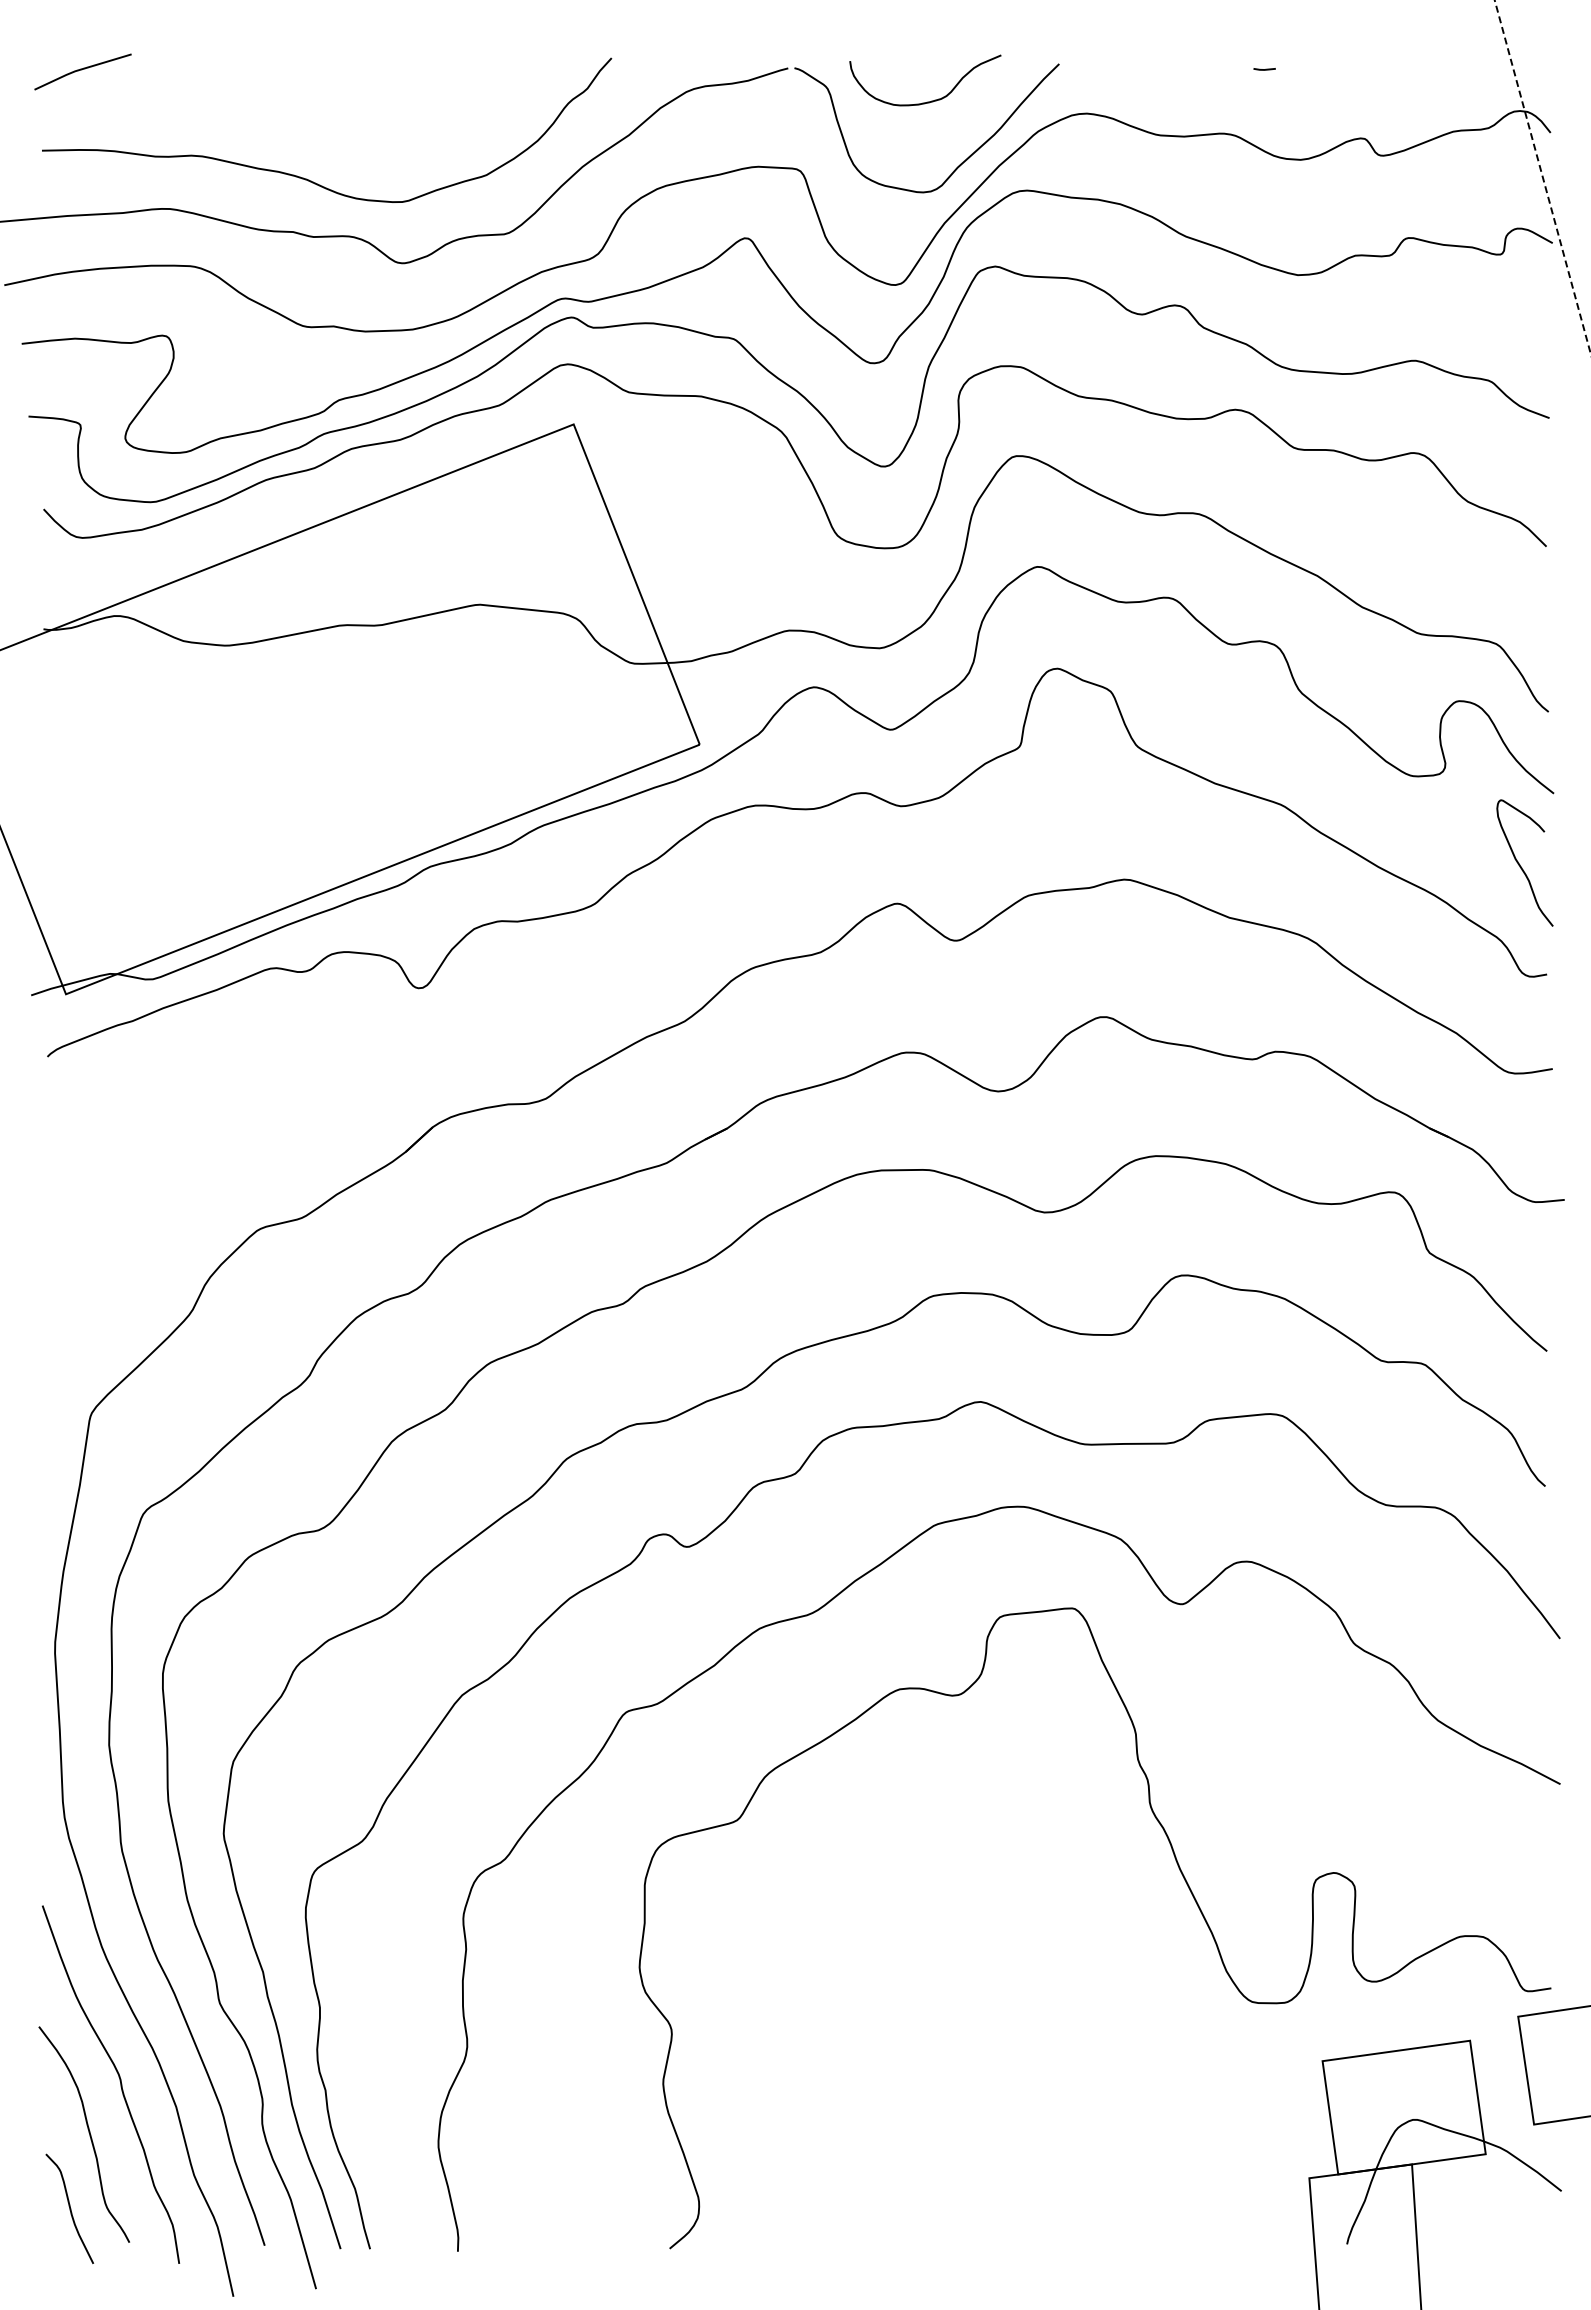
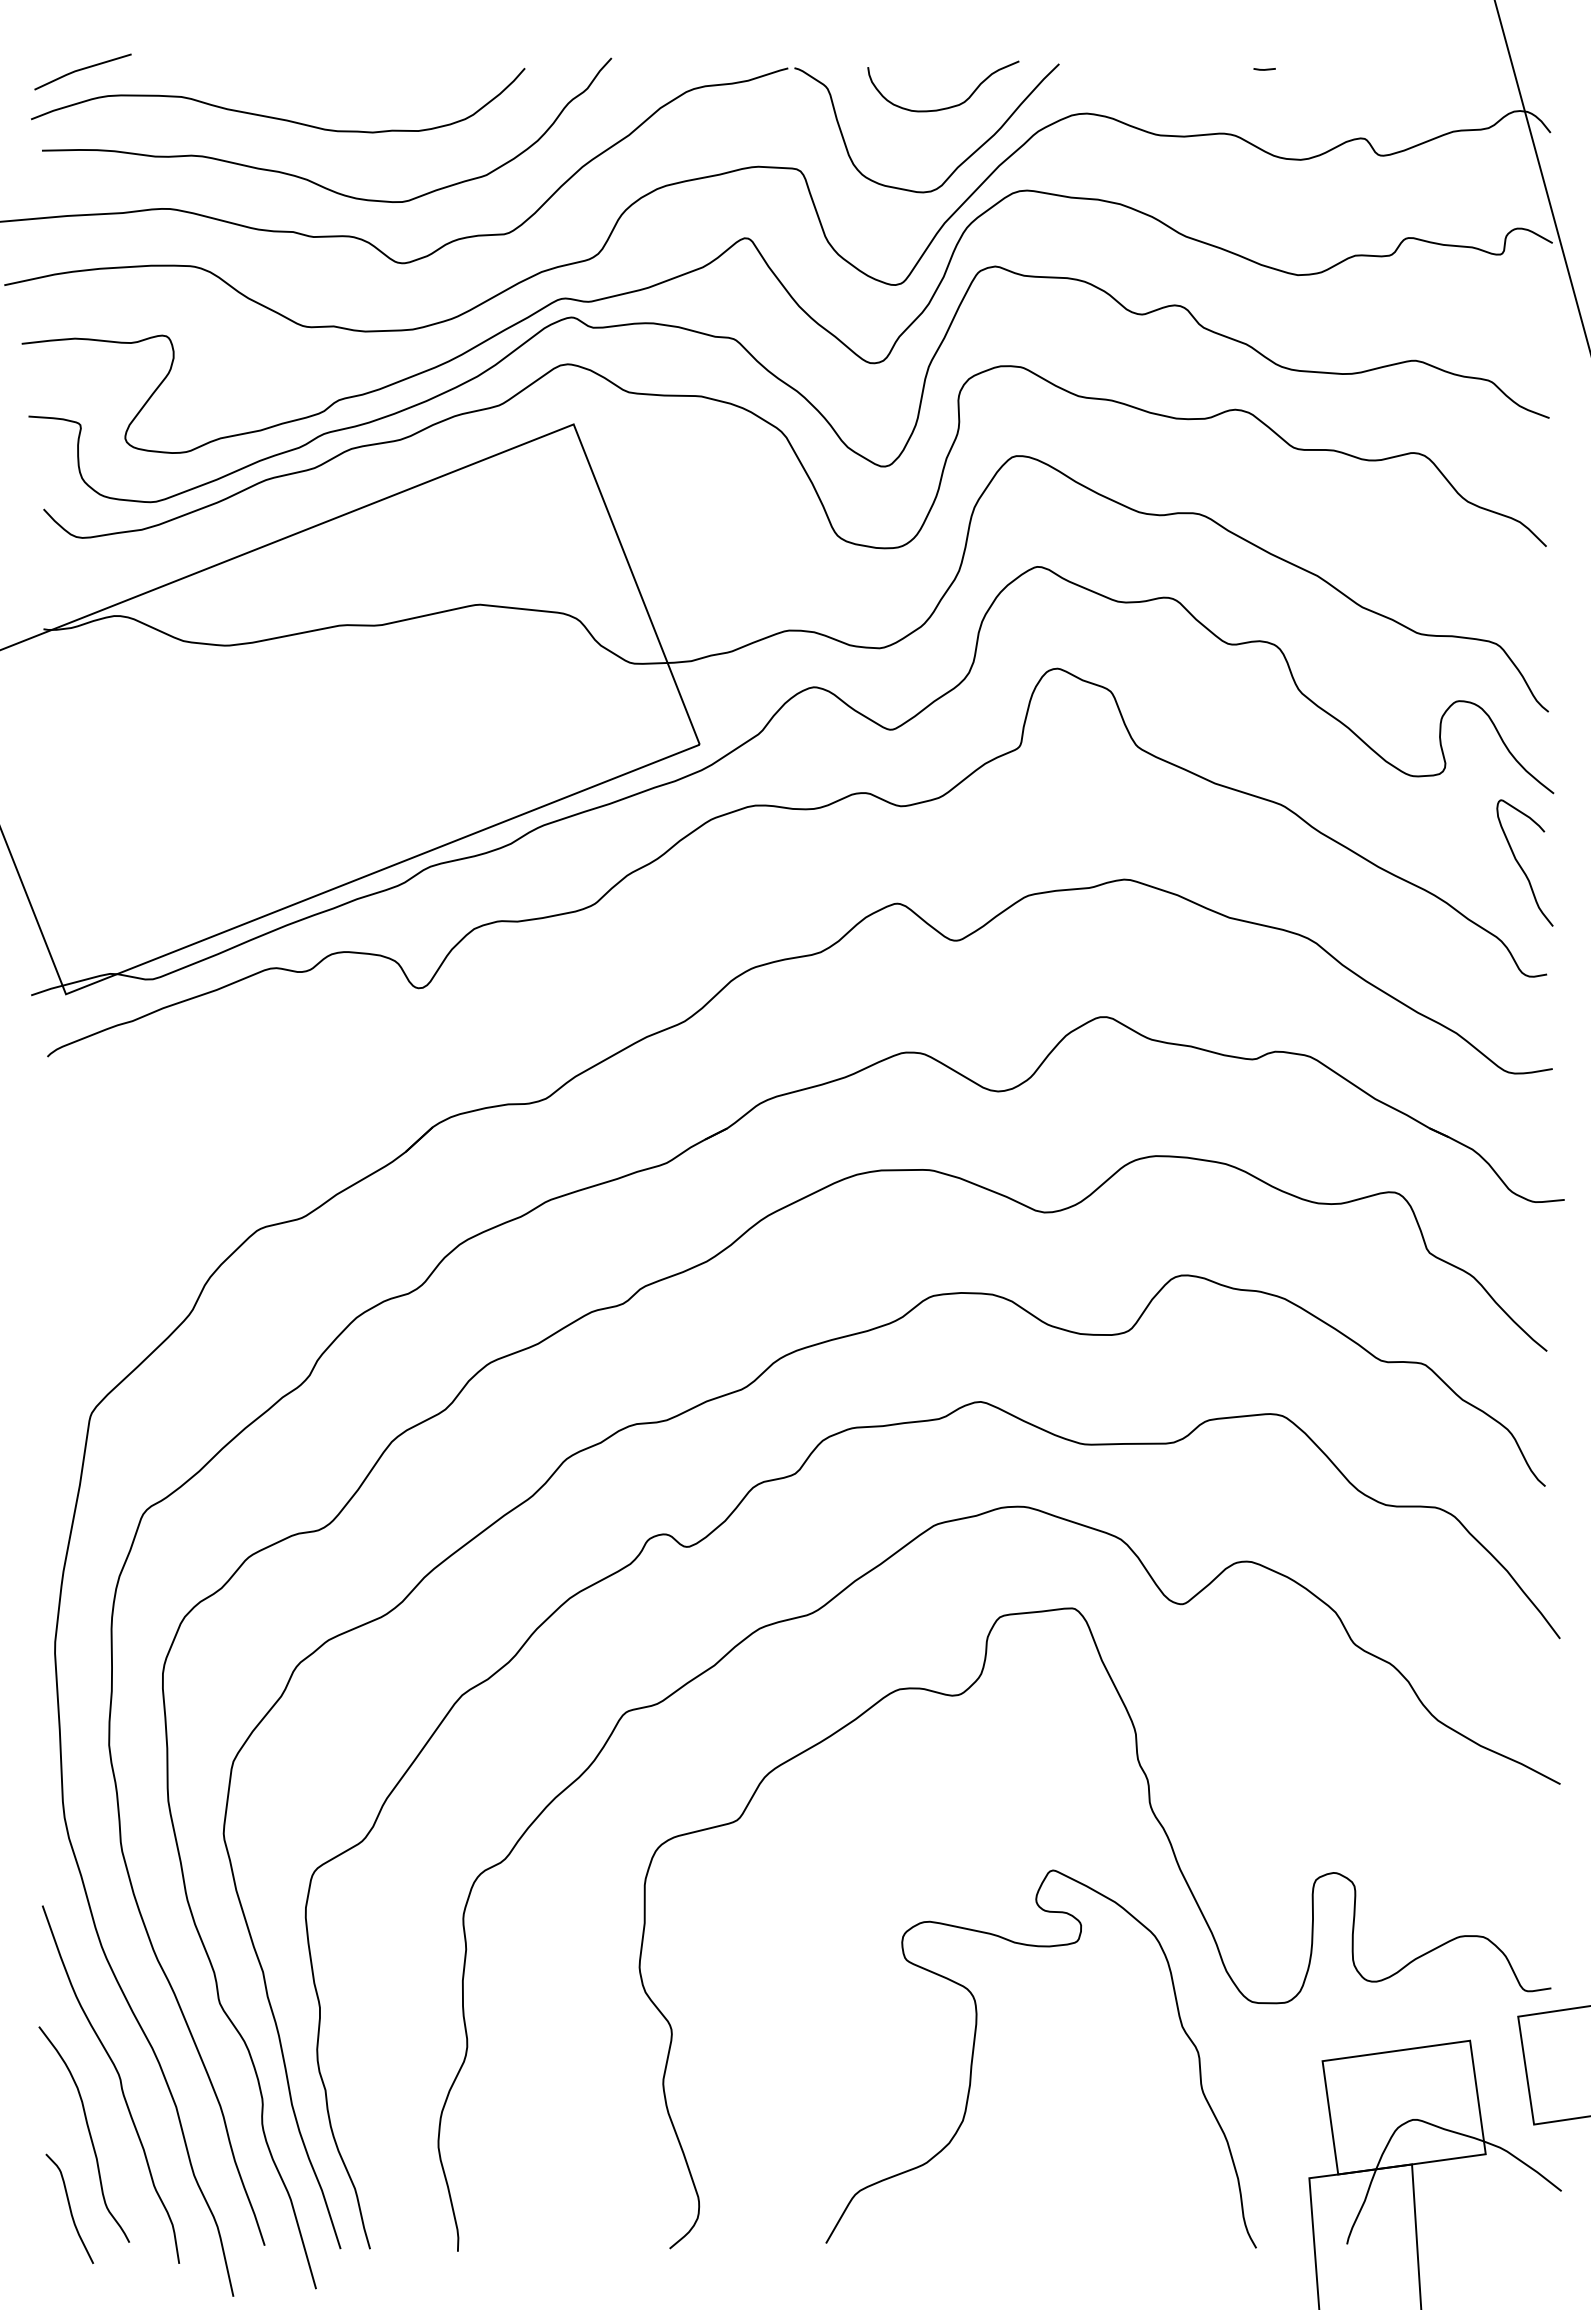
curve at (931, 100) position: (931, 100) -> (949, 106)
curve at (277, 117): none -> present
line at (1542, 177): dashed -> solid
curve at (974, 2050): none -> present
